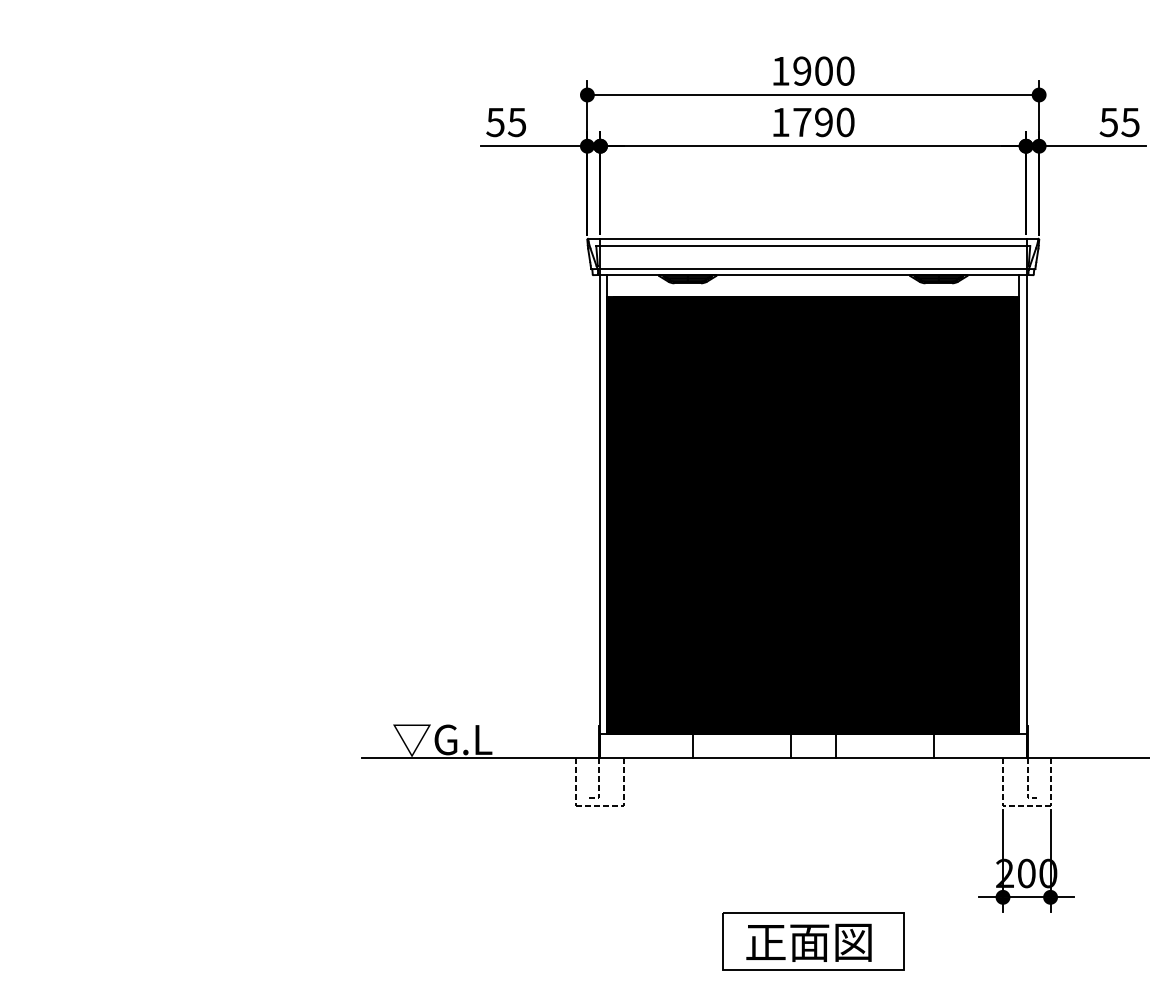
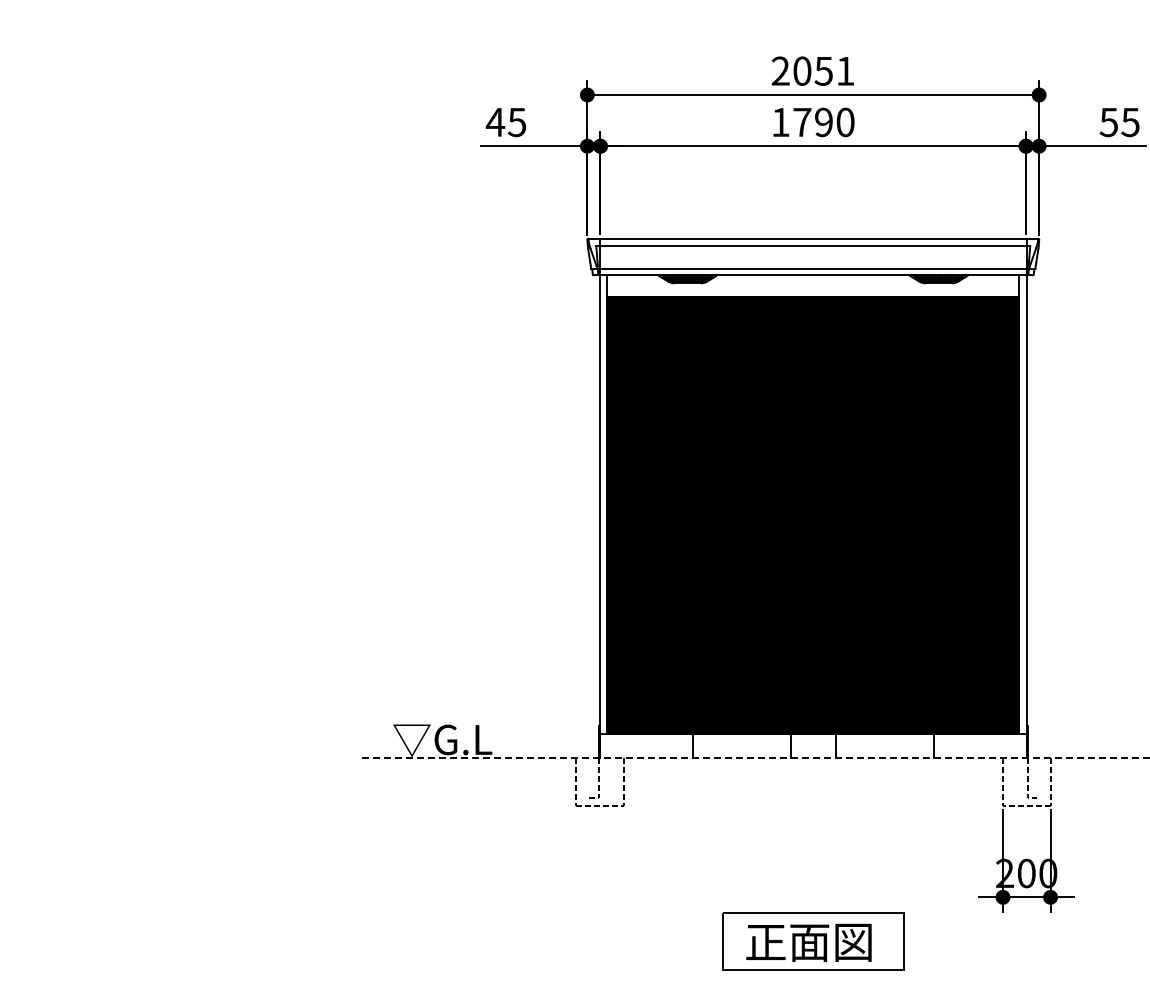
text at (812, 70): 1900 -> 2051
text at (495, 122): 55 -> 45
line at (755, 758): solid -> dashed
